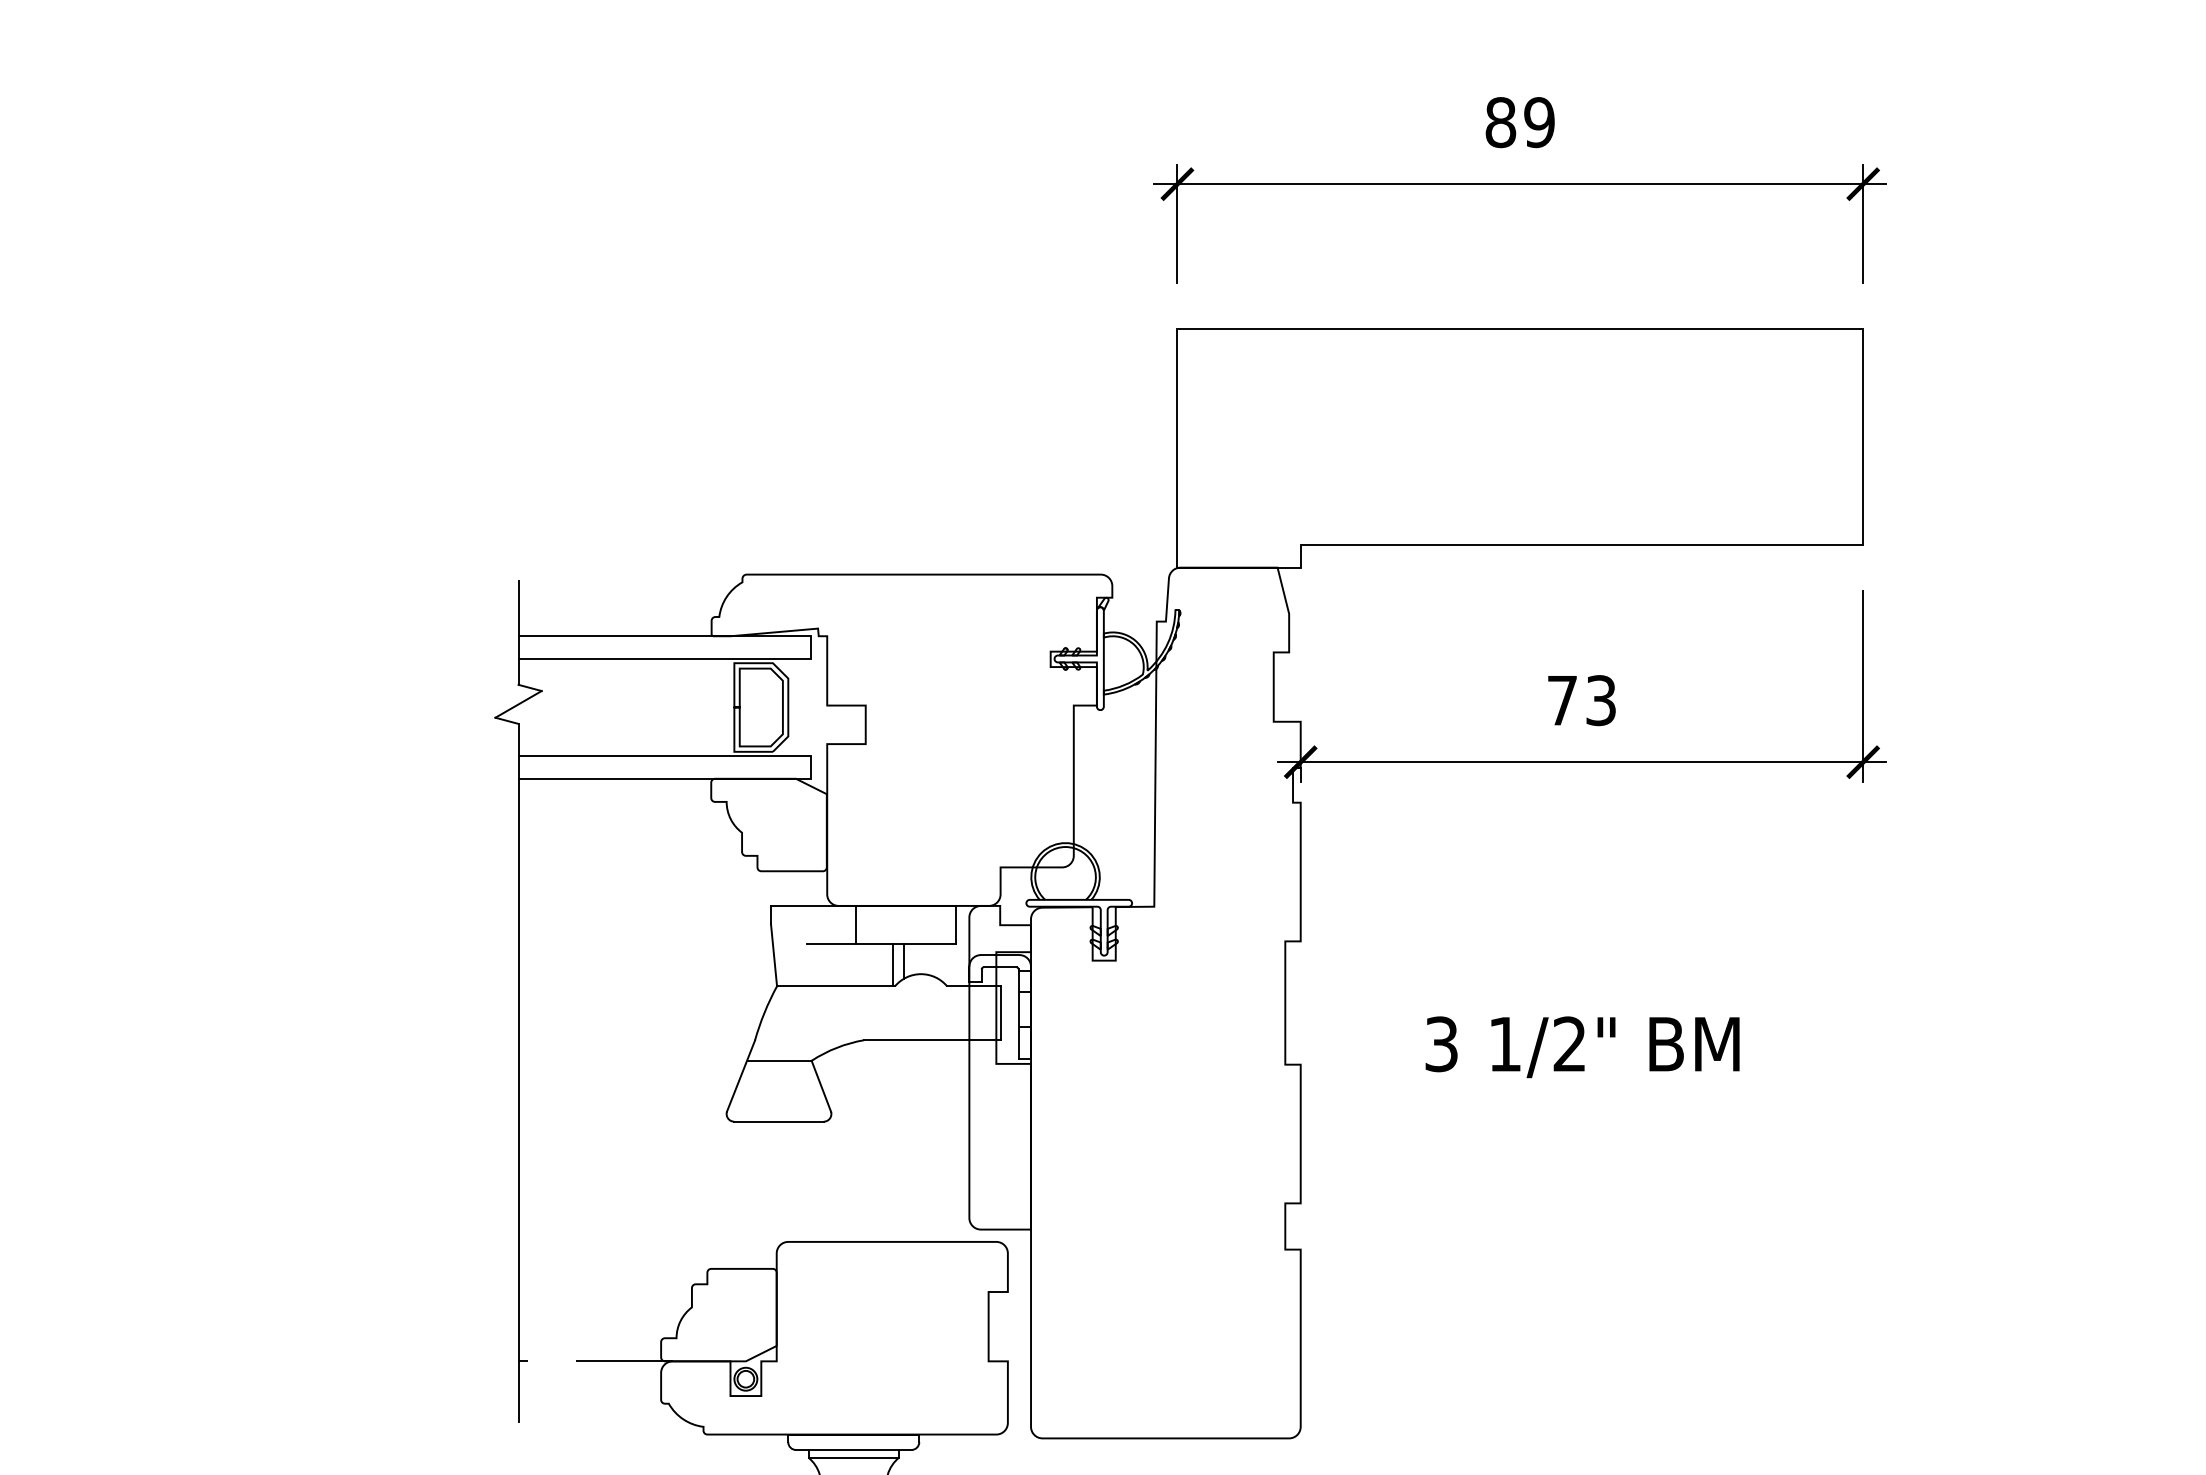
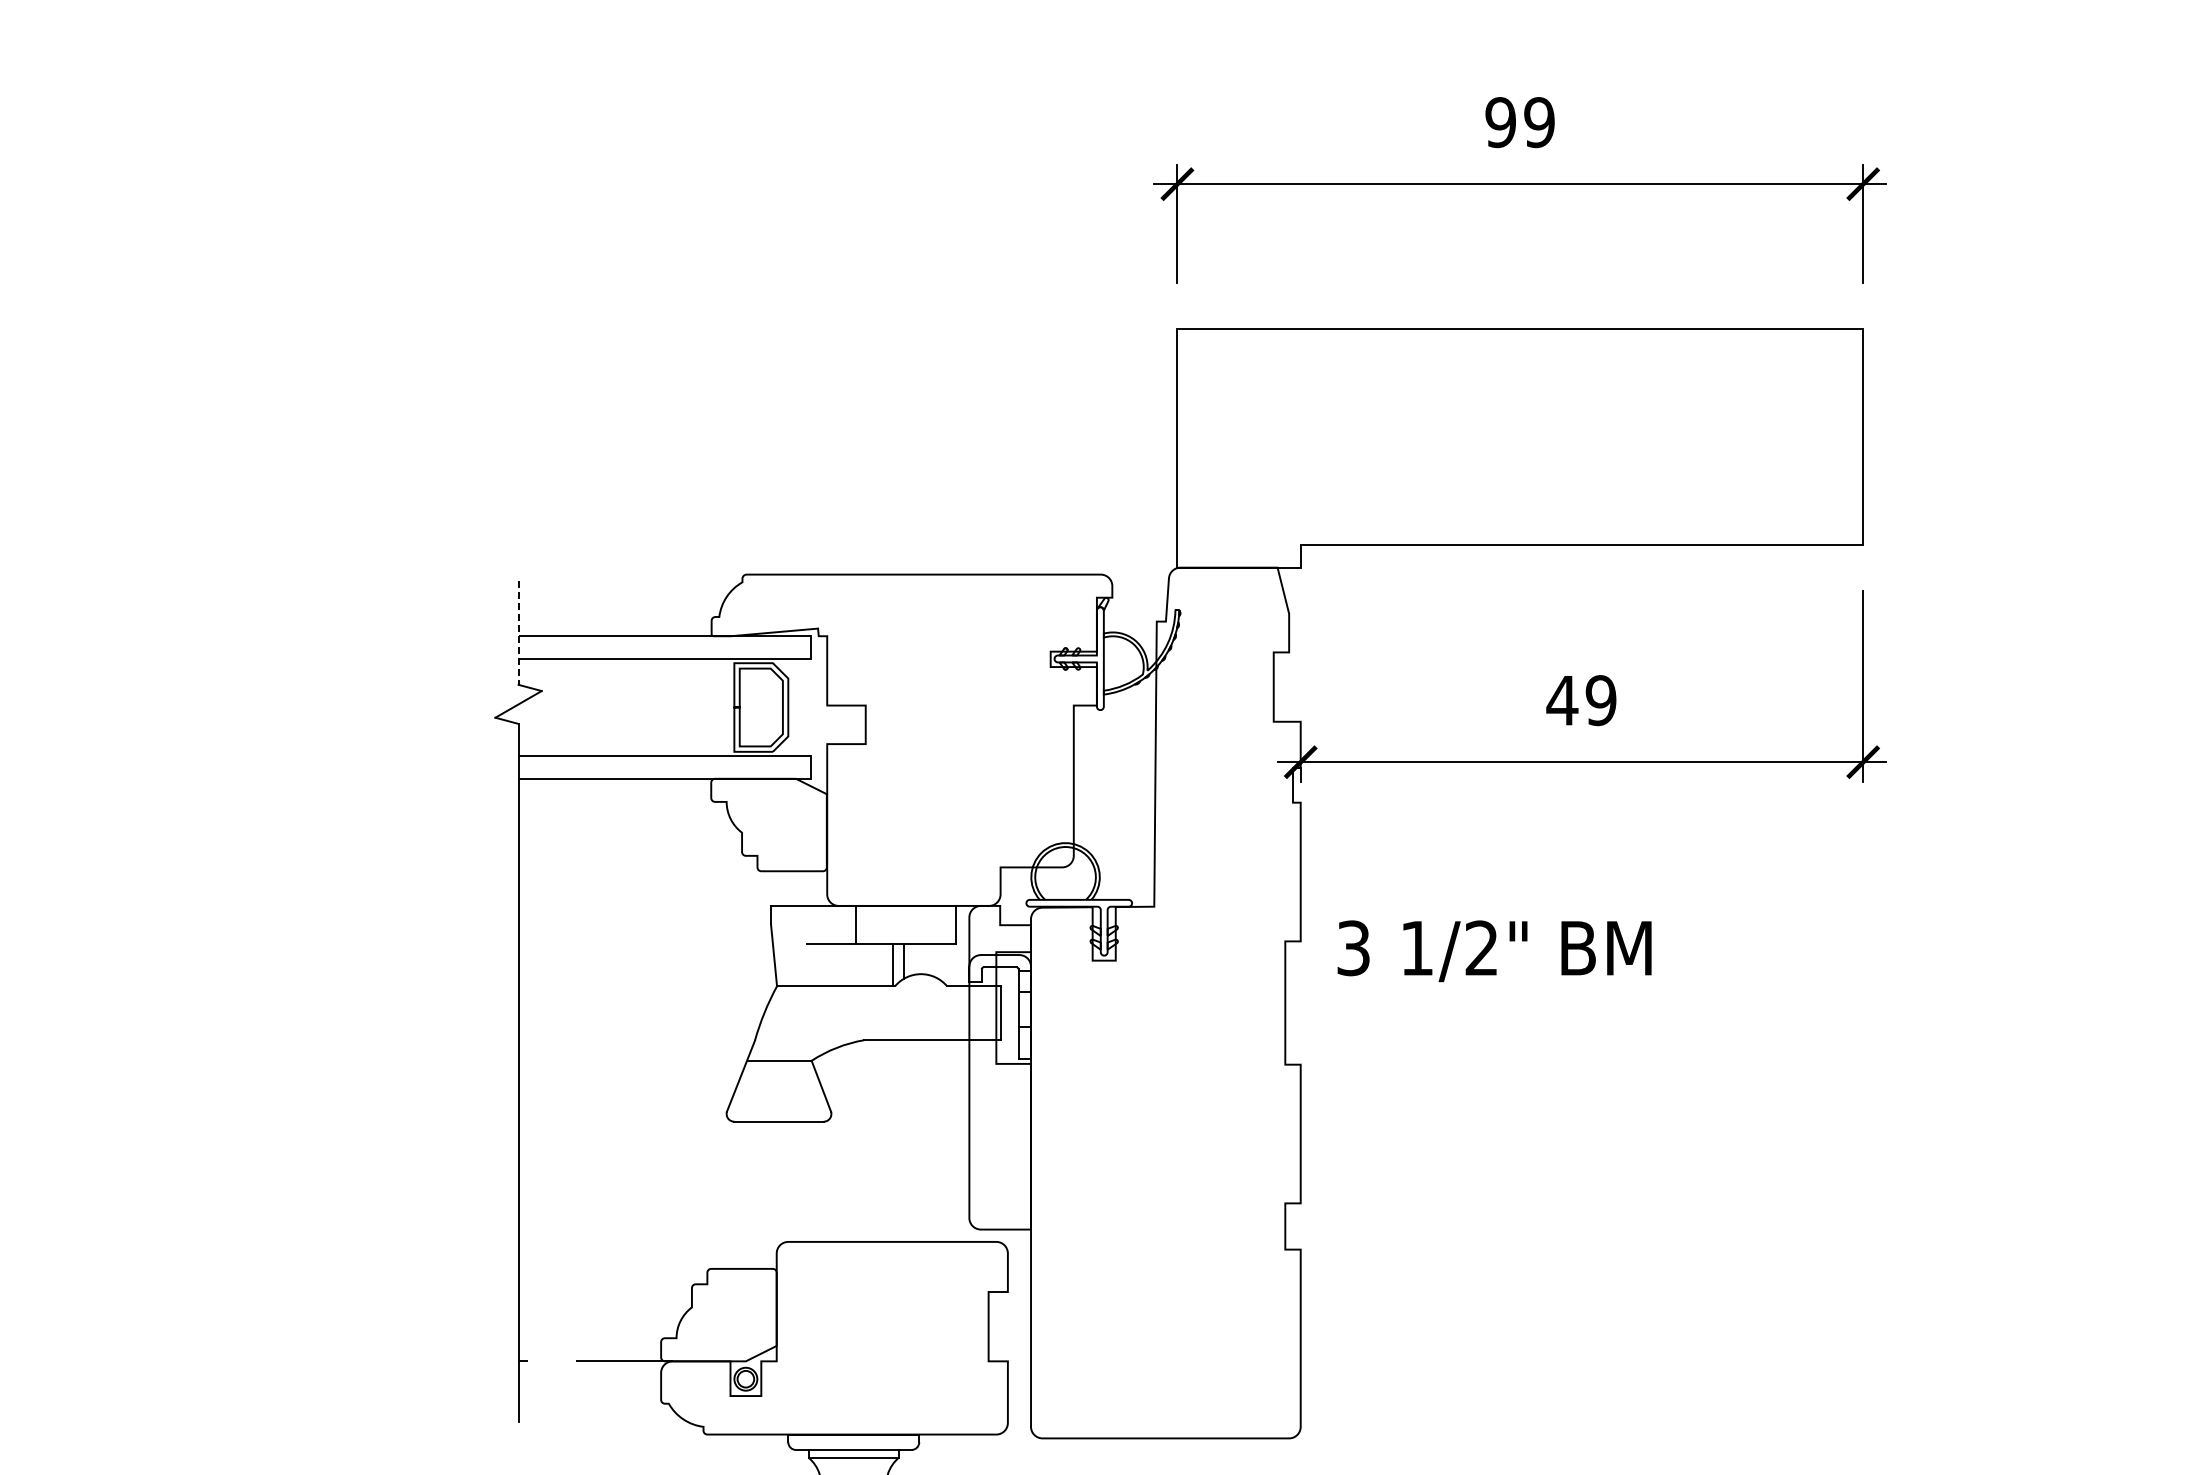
text at (1500, 122): 89 -> 99
line at (518, 633): solid -> dashed
text at (1581, 700): 73 -> 49
text at (1582, 1047) position: (1582, 1047) -> (1494, 951)
